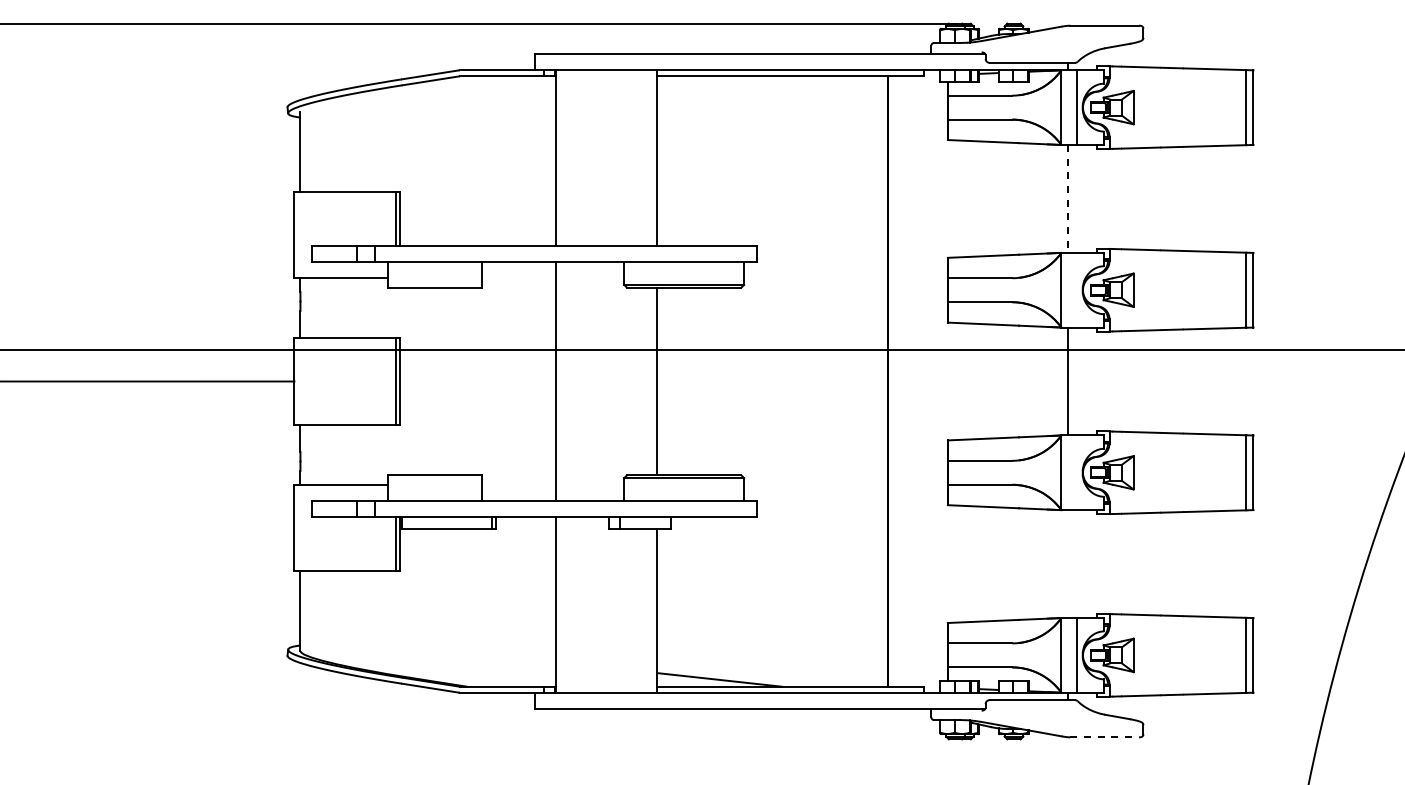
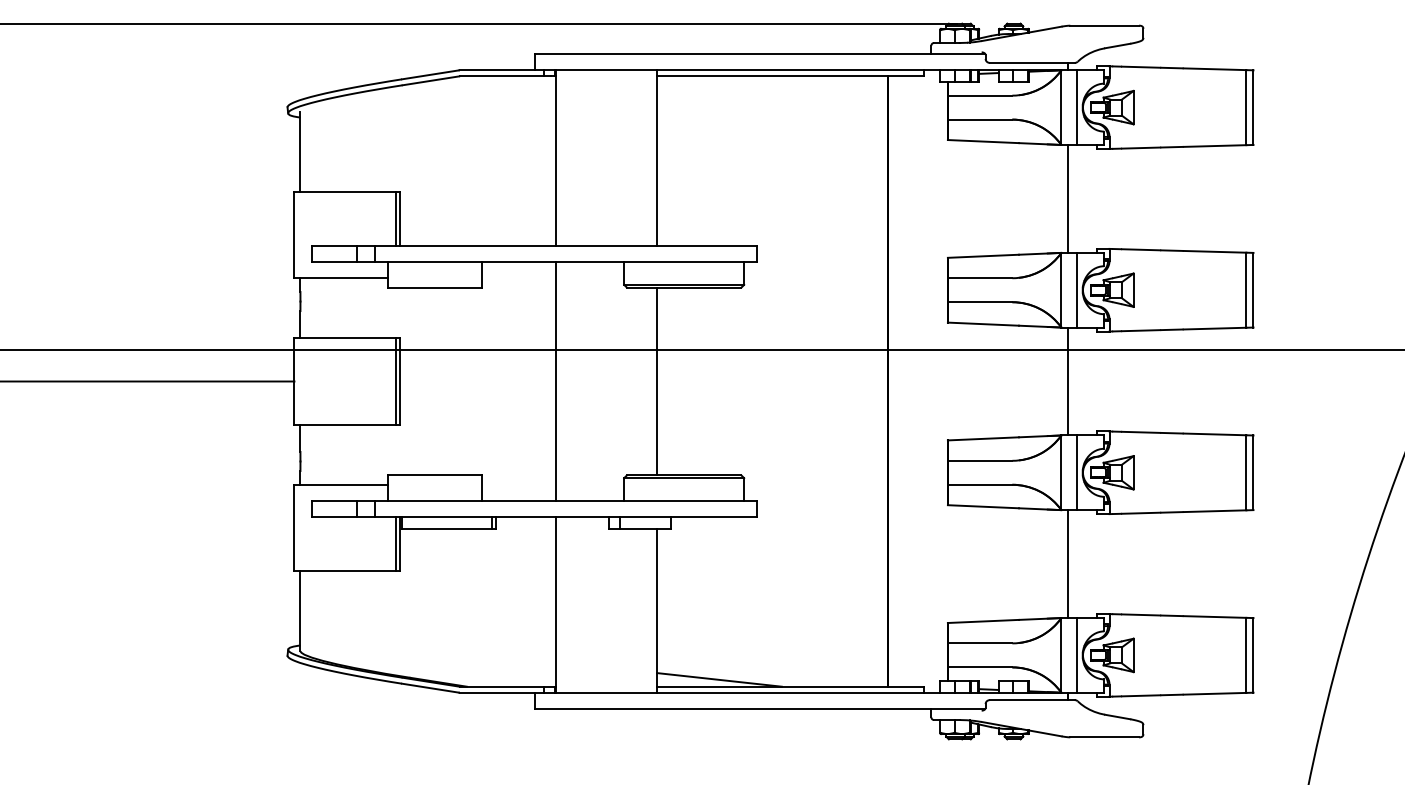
line at (1067, 198): dashed -> solid
line at (1076, 289): none -> present
line at (1076, 472): none -> present
line at (1067, 564): none -> present
line at (1105, 737): dashed -> solid
